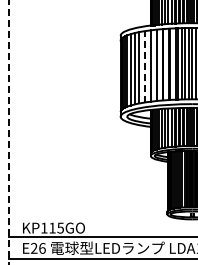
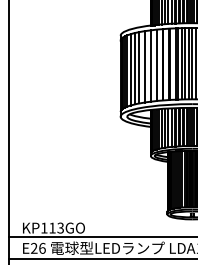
line at (144, 66): dashed -> solid
line at (8, 132): dashed -> solid
text at (60, 227): KP115GO -> KP113GO
